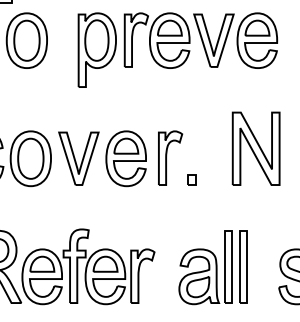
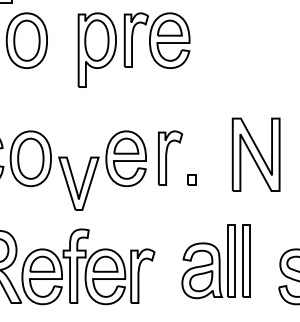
part at (235, 40): present -> none
part at (255, 148) position: (255, 148) -> (255, 154)
part at (78, 158) position: (78, 158) -> (78, 183)
part at (212, 267) position: (212, 267) -> (215, 261)
